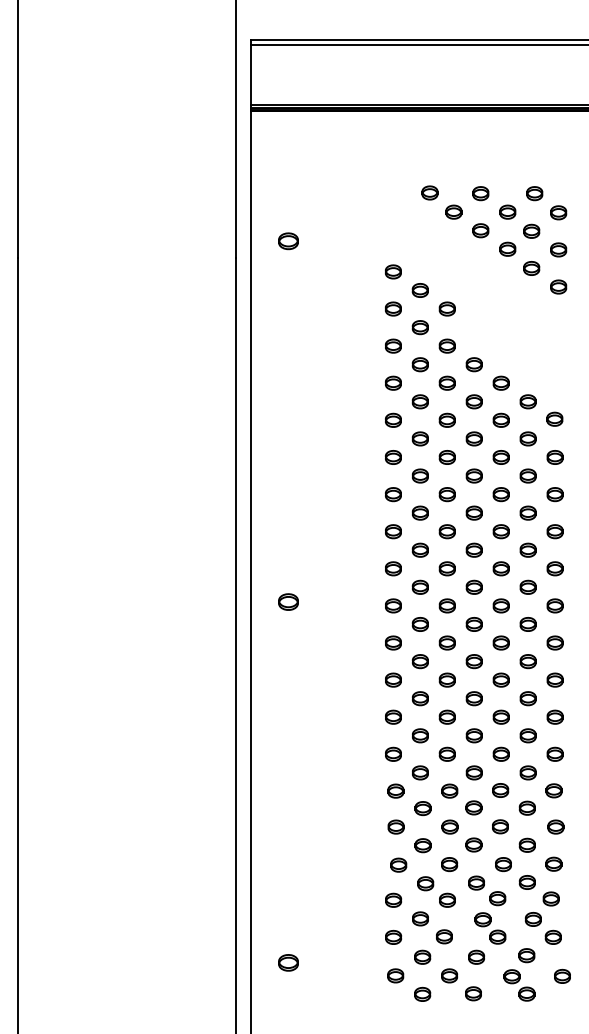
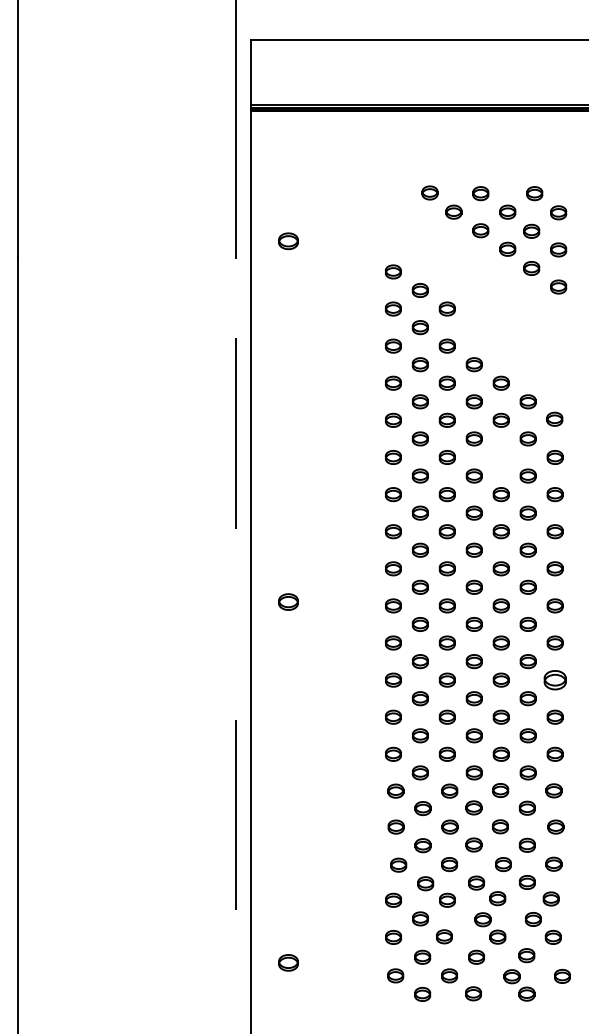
line at (418, 44): present -> none
part at (500, 457): present -> none
line at (235, 645): solid -> dashed
part at (554, 679) size: 18x16 px -> 24x21 px
